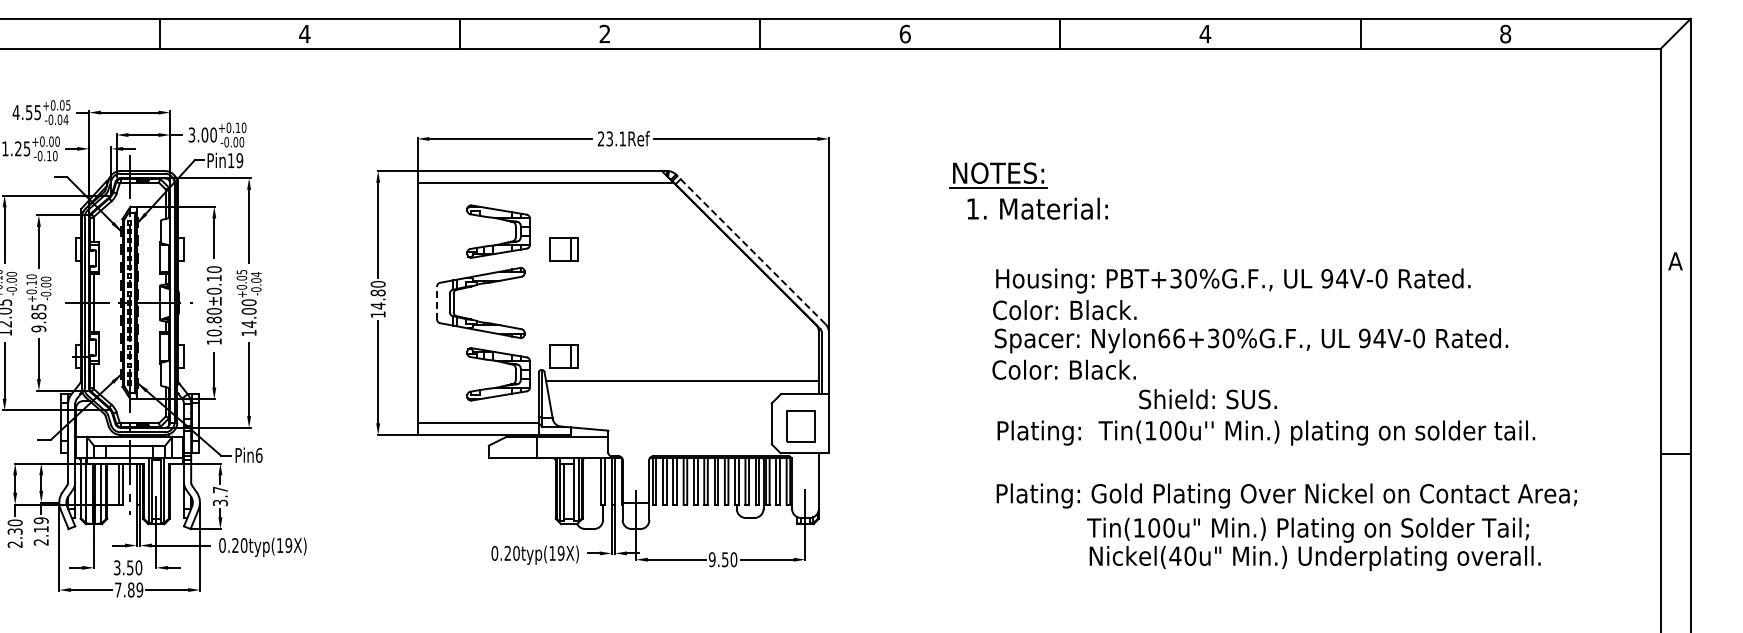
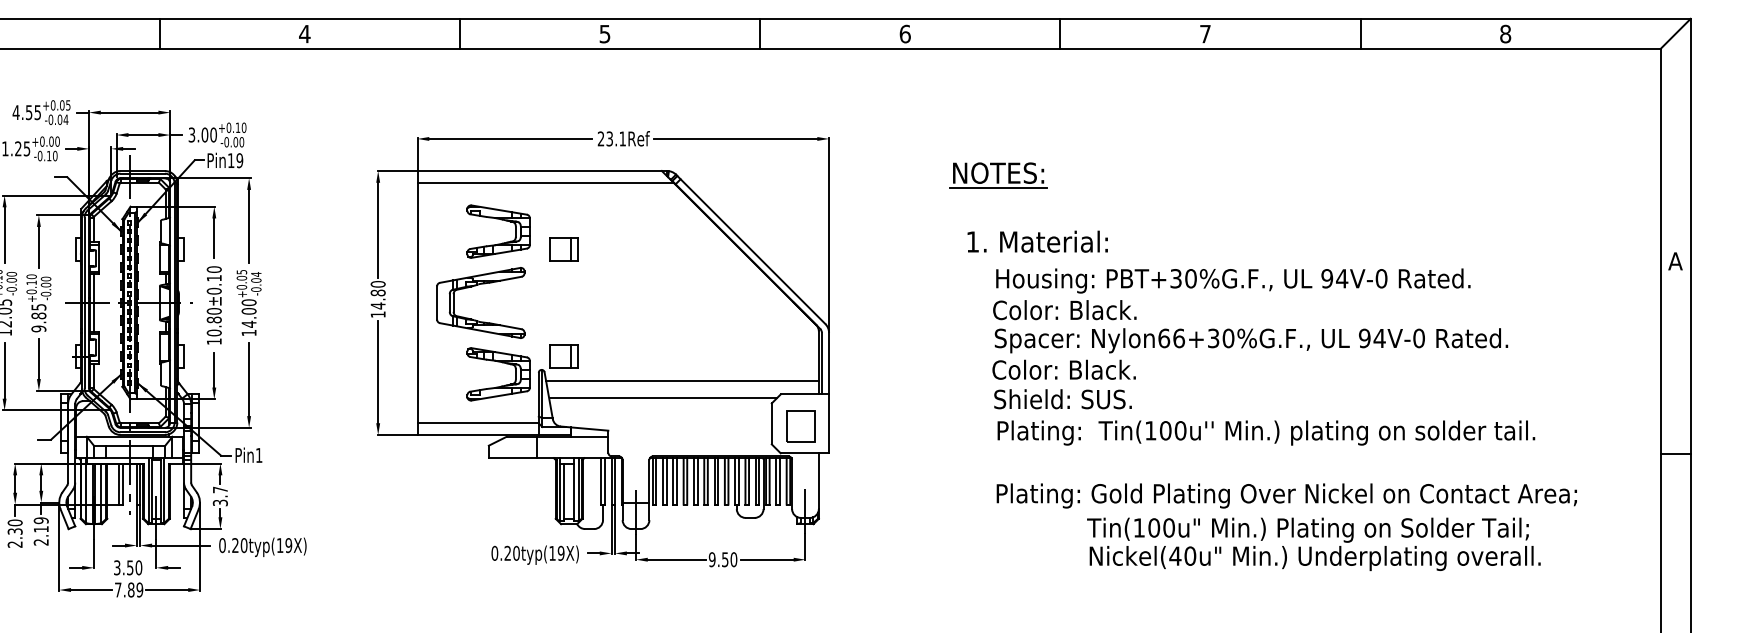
text at (604, 33): 2 -> 5
text at (1205, 34): 4 -> 7
text at (1037, 208) position: (1037, 208) -> (1037, 241)
line at (750, 249): dashed -> solid
line at (437, 303): dashed -> solid
line at (663, 398): none -> present
text at (1207, 399) position: (1207, 399) -> (1062, 399)
text at (258, 455): Pin6 -> Pin1
